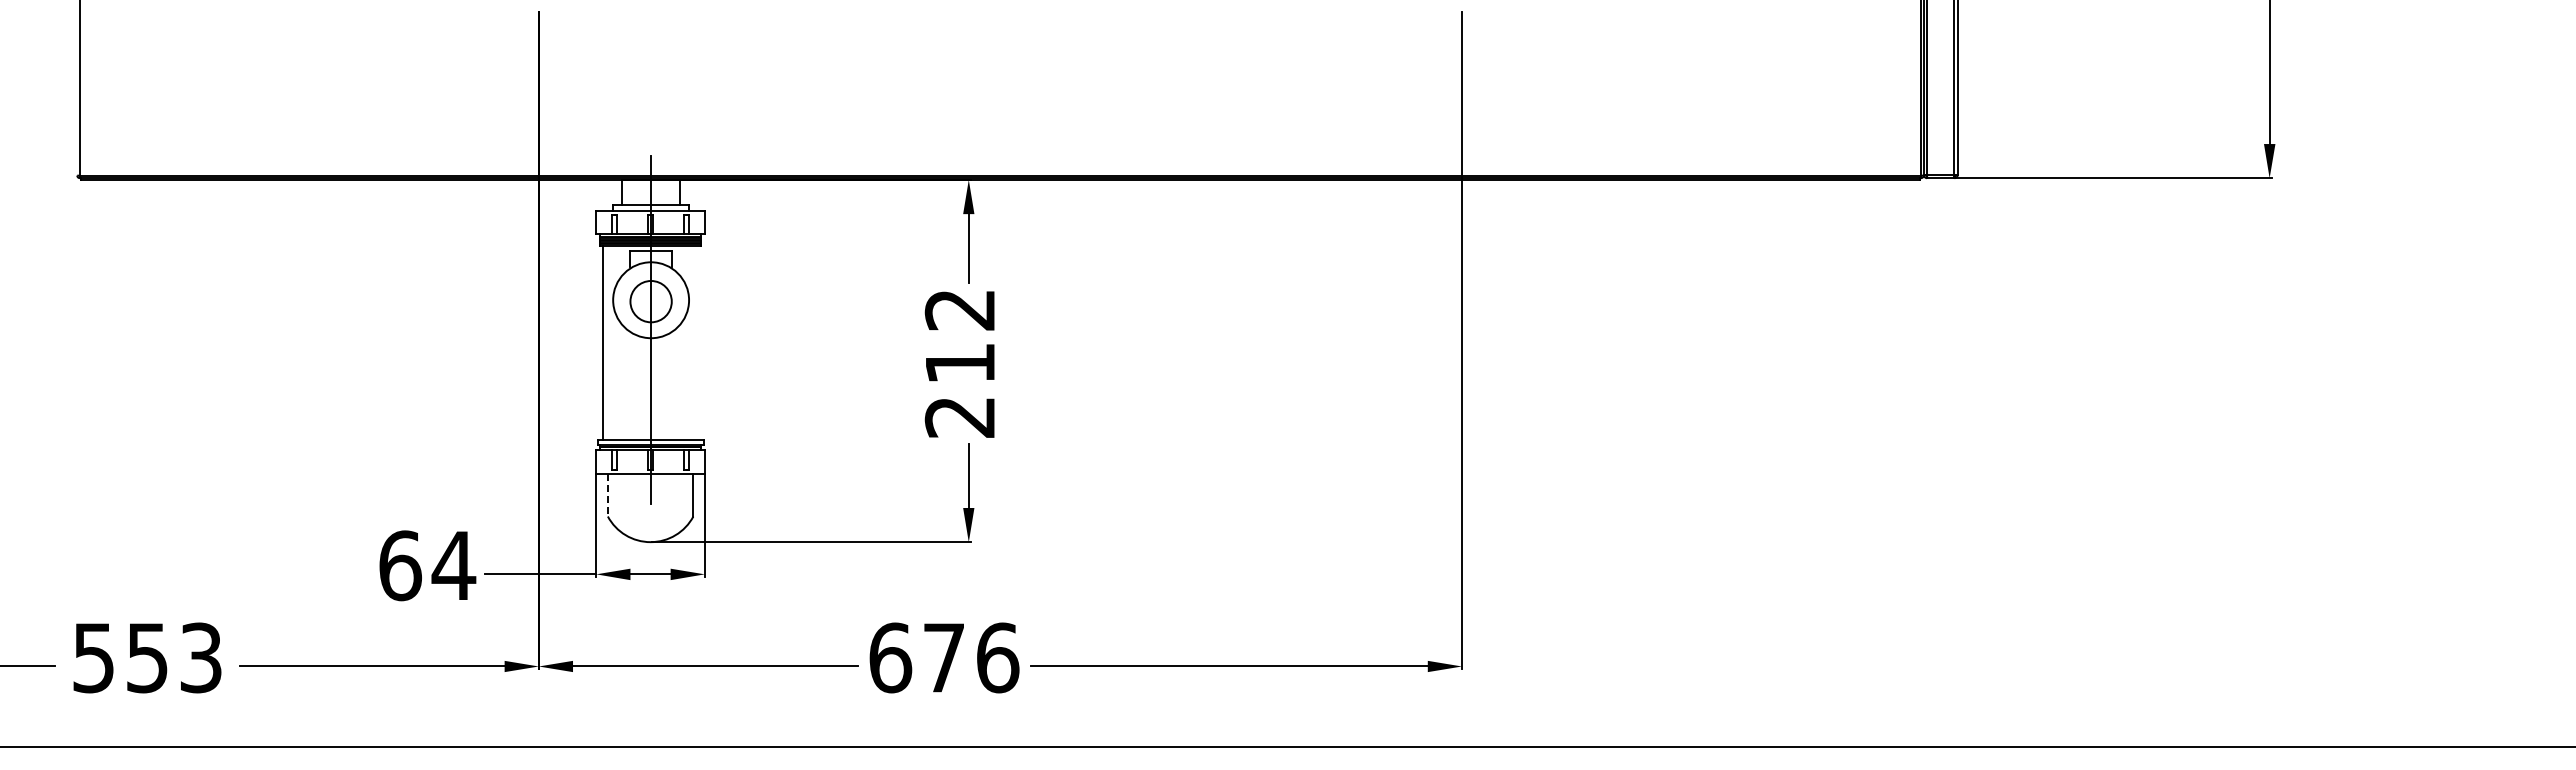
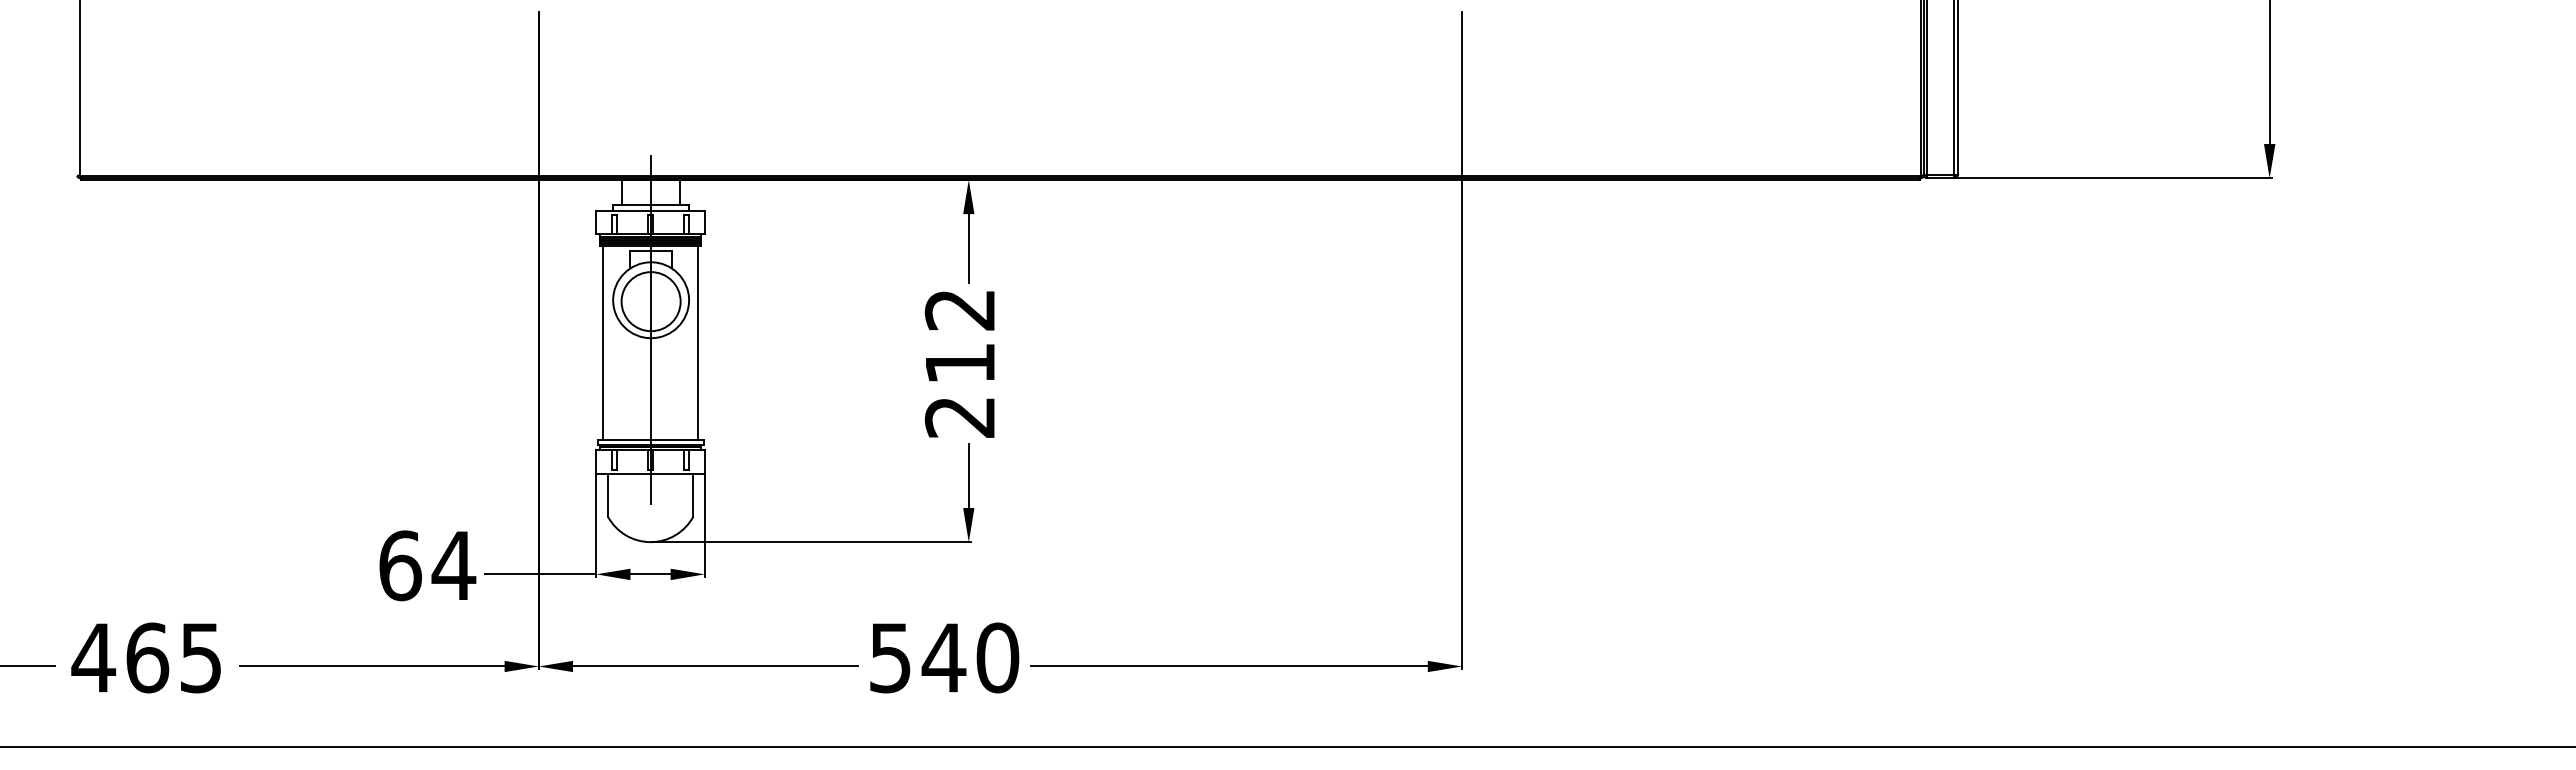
circle at (650, 301) diameter: 41 px -> 59 px
line at (698, 342): none -> present
line at (607, 495): dashed -> solid
text at (146, 657): 553 -> 465
text at (944, 657): 676 -> 540
